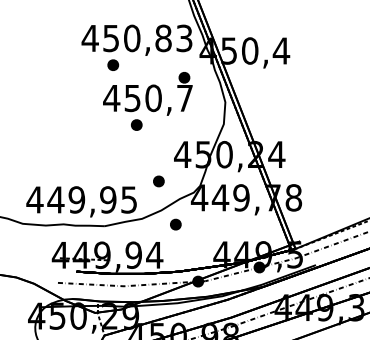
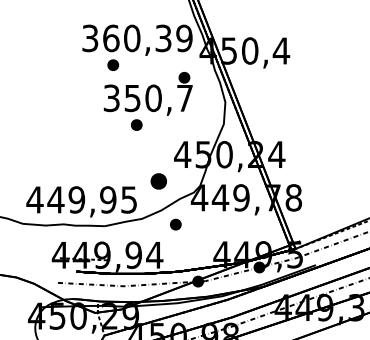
text at (136, 38): 450,83 -> 360,39
text at (111, 98): 450,7 -> 350,7
part at (158, 181) size: 12x13 px -> 17x17 px
